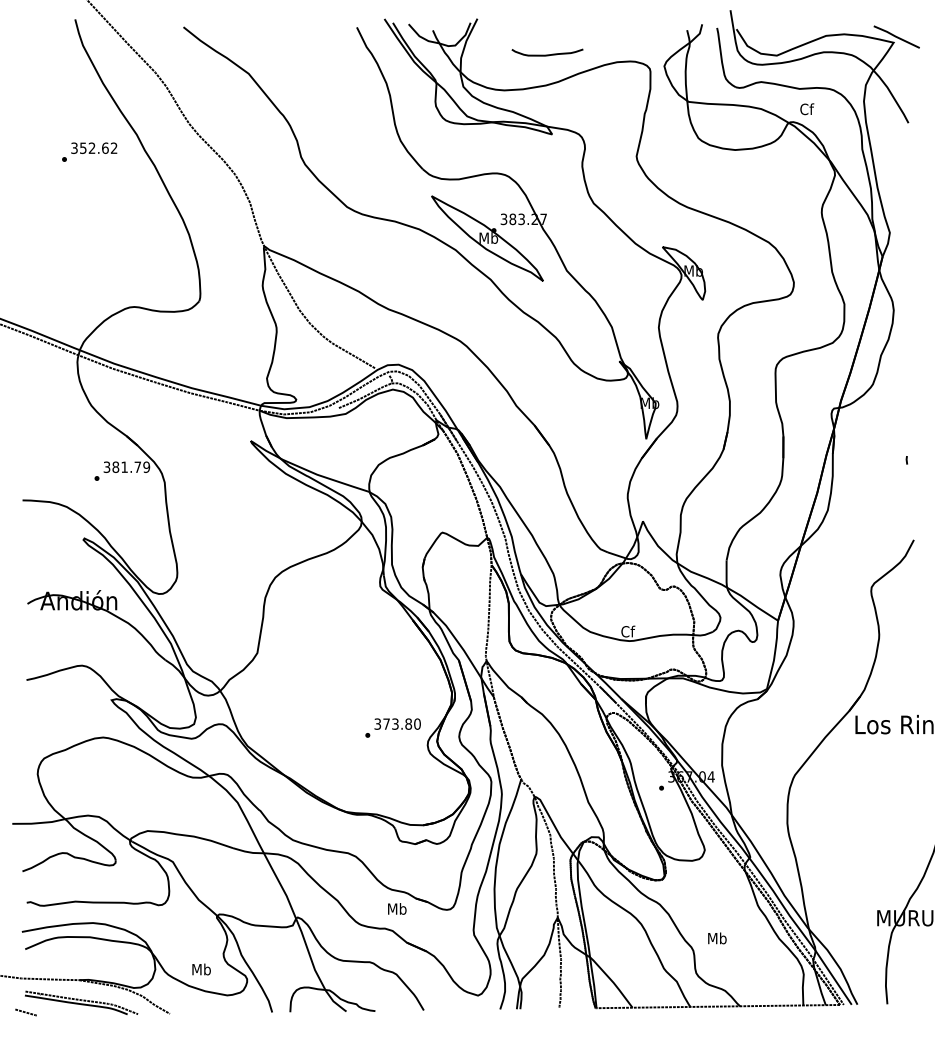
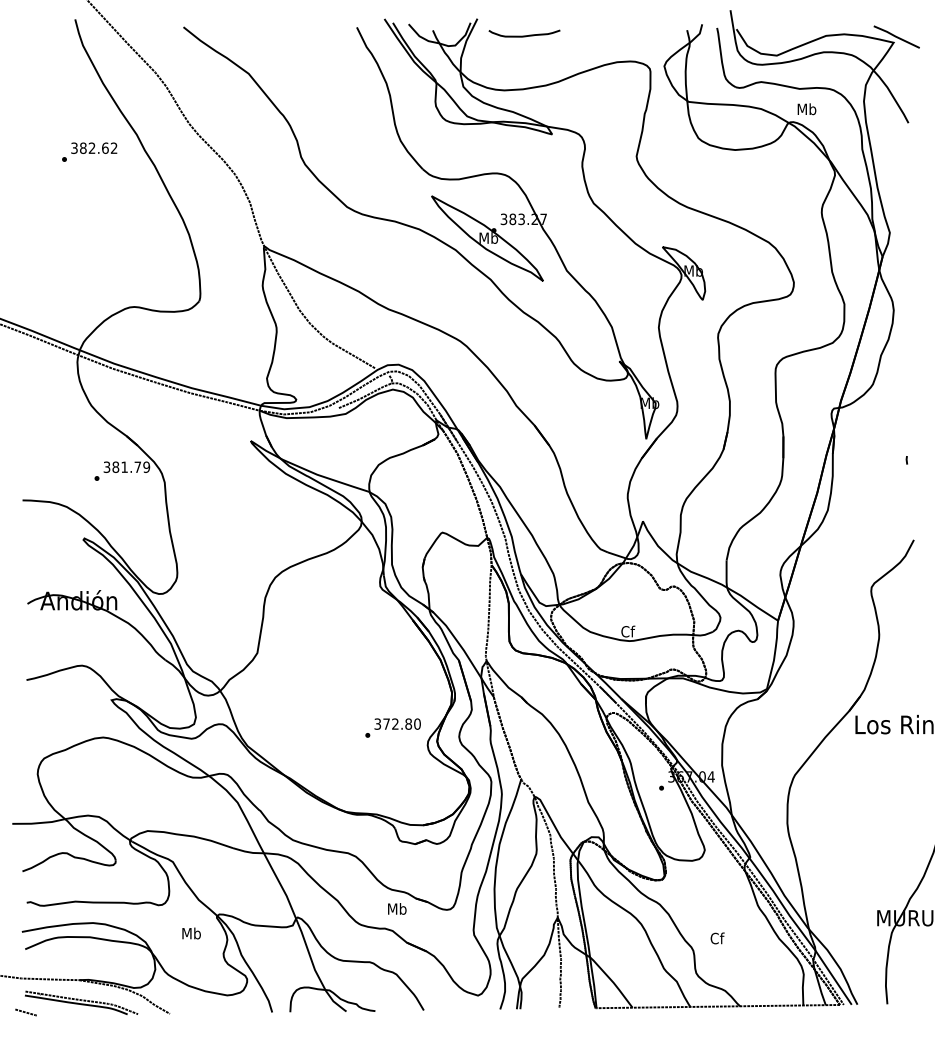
curve at (547, 54) position: (547, 54) -> (524, 35)
text at (806, 109): Cf -> Mb
text at (83, 147): 352.62 -> 382.62
text at (395, 724): 373.80 -> 372.80
text at (717, 938): Mb -> Cf
text at (201, 969) position: (201, 969) -> (191, 933)
